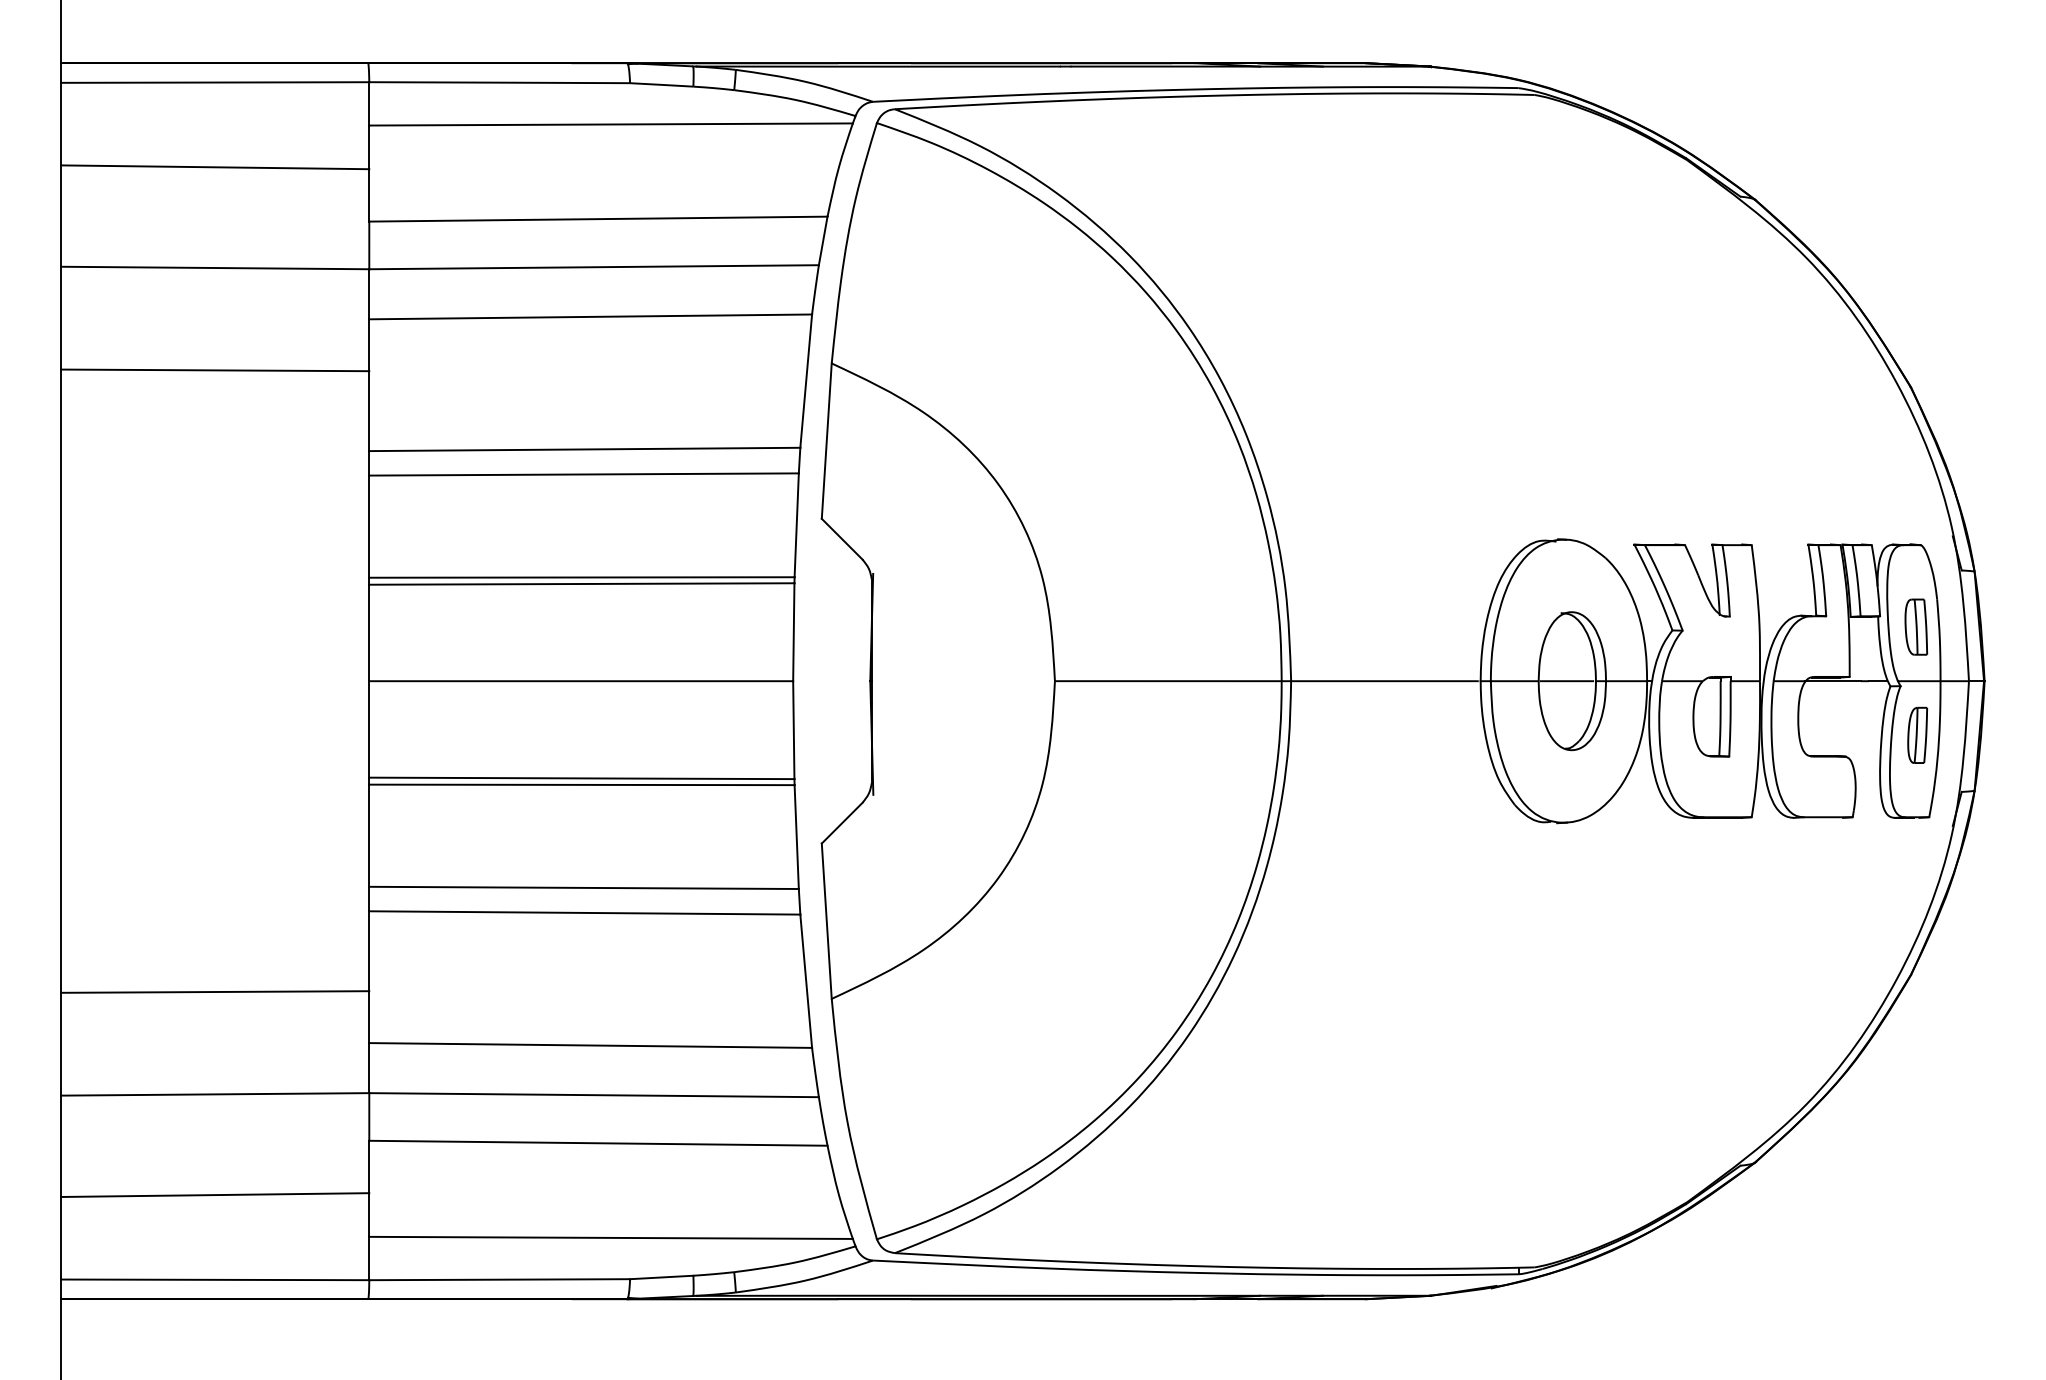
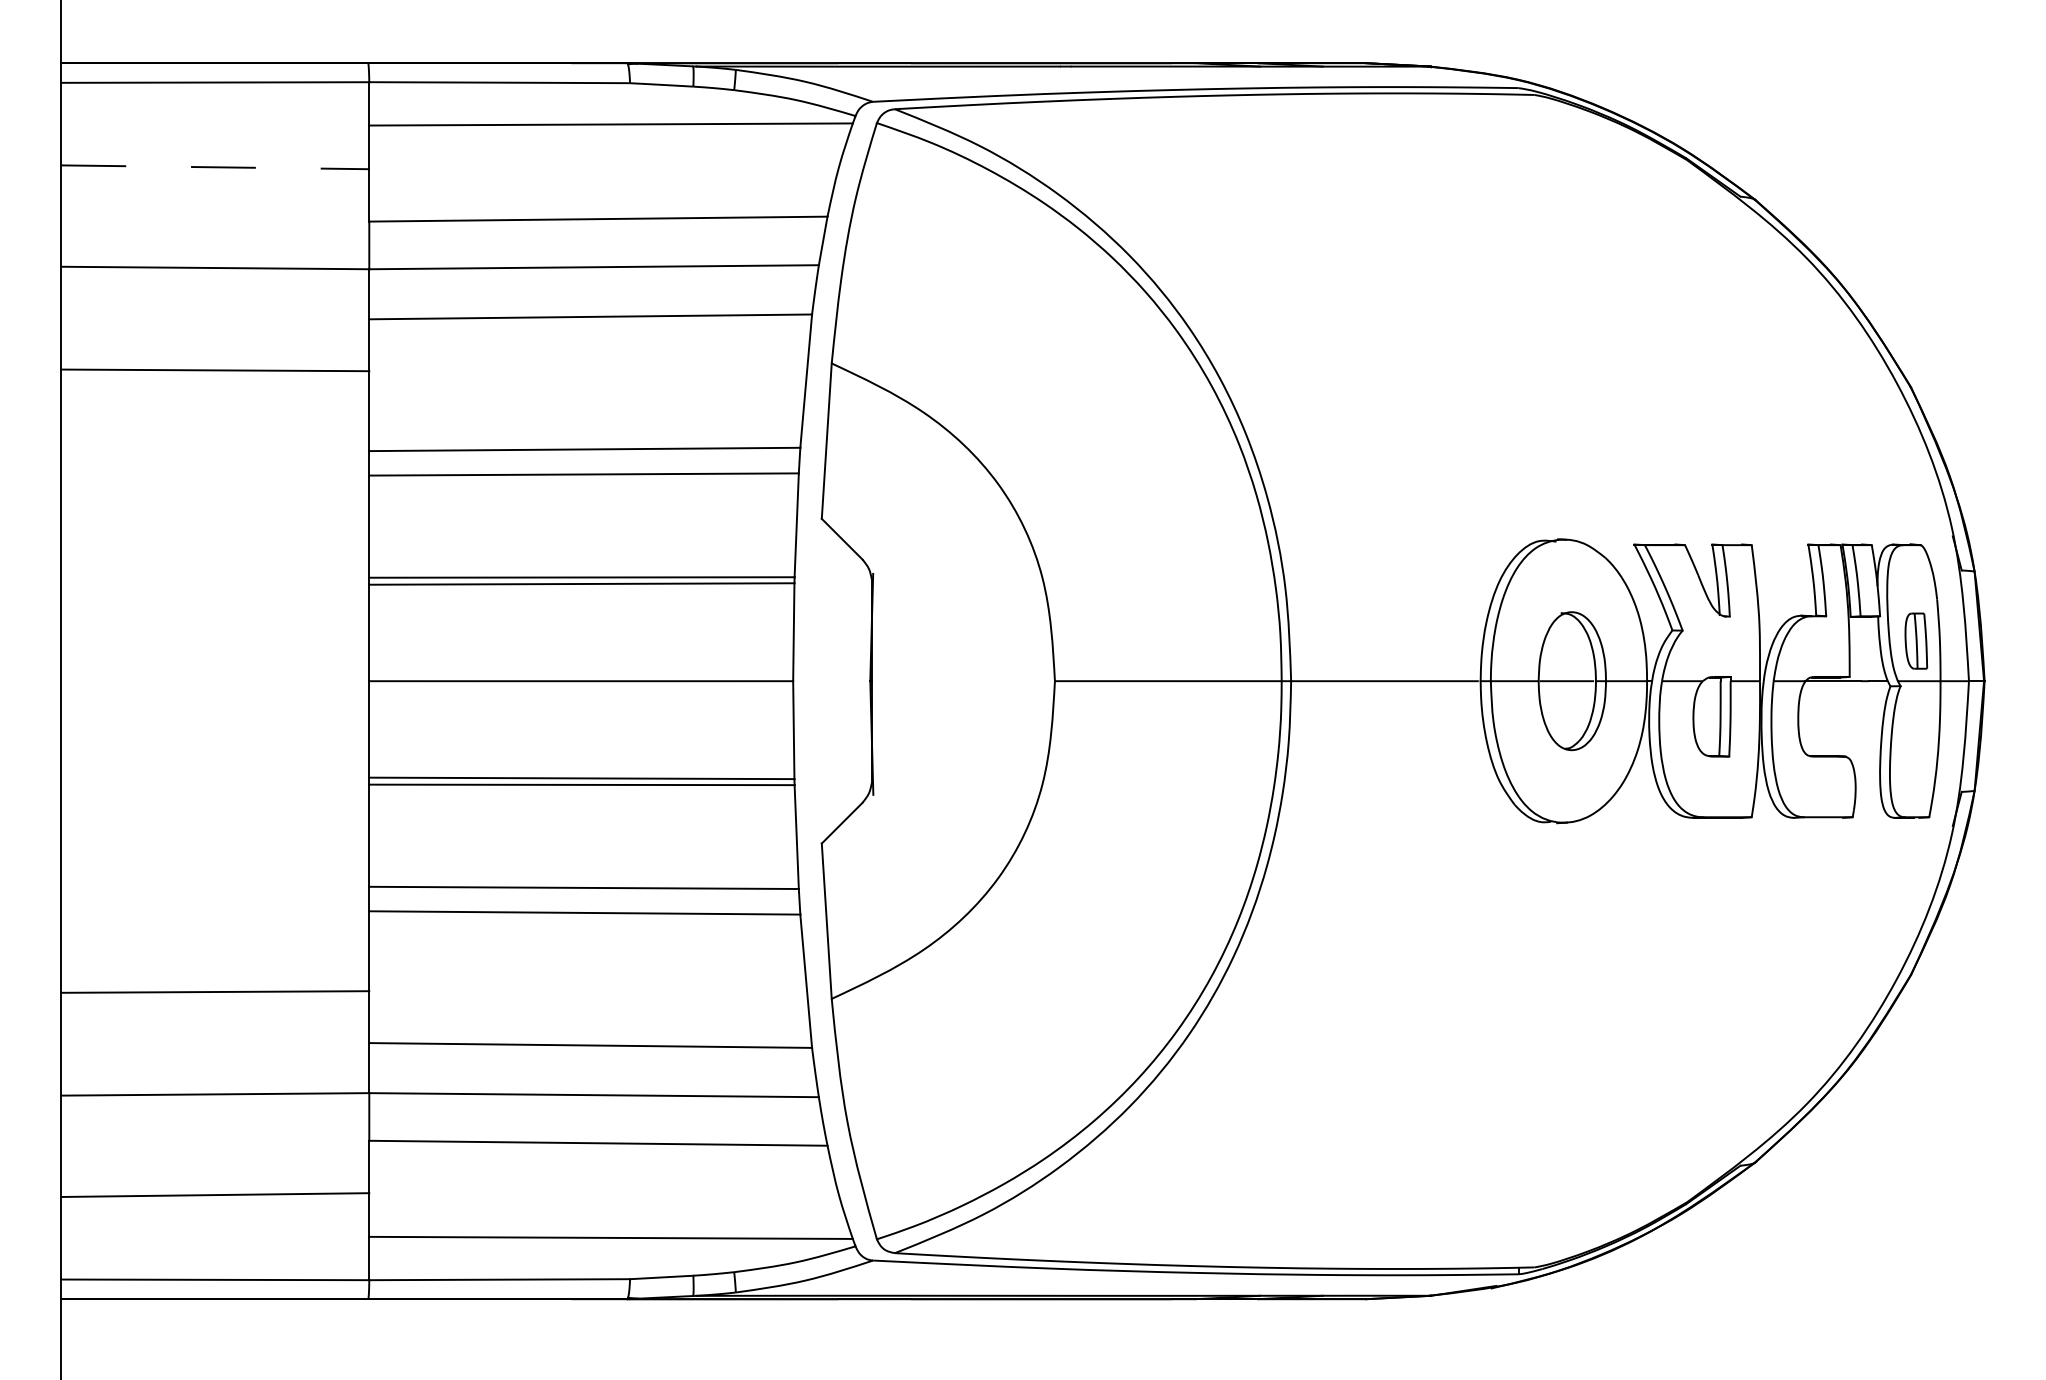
line at (215, 167): solid -> dashed
part at (1916, 626) position: (1916, 626) -> (1916, 640)
part at (1917, 734): present -> none
